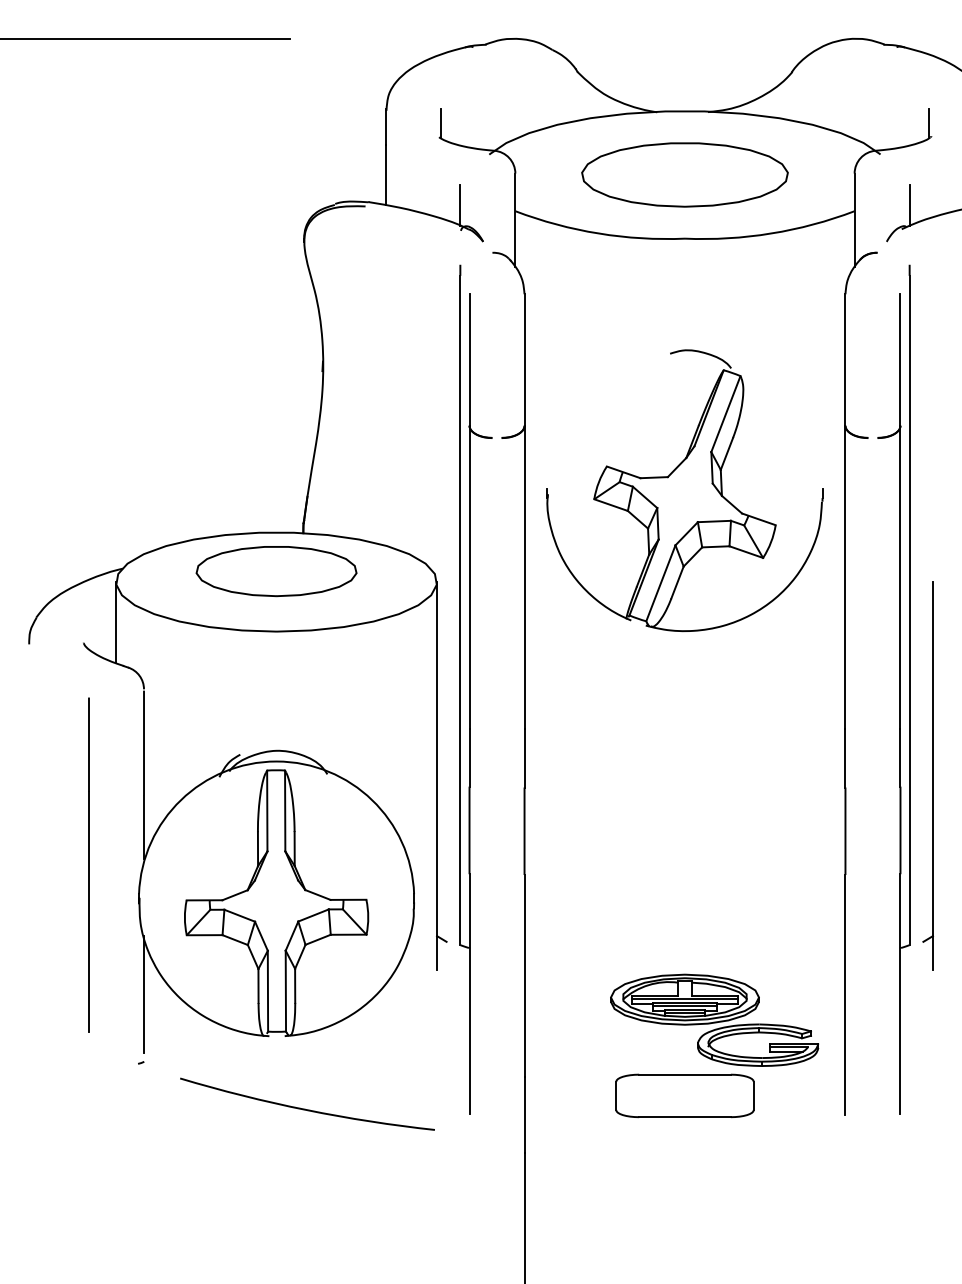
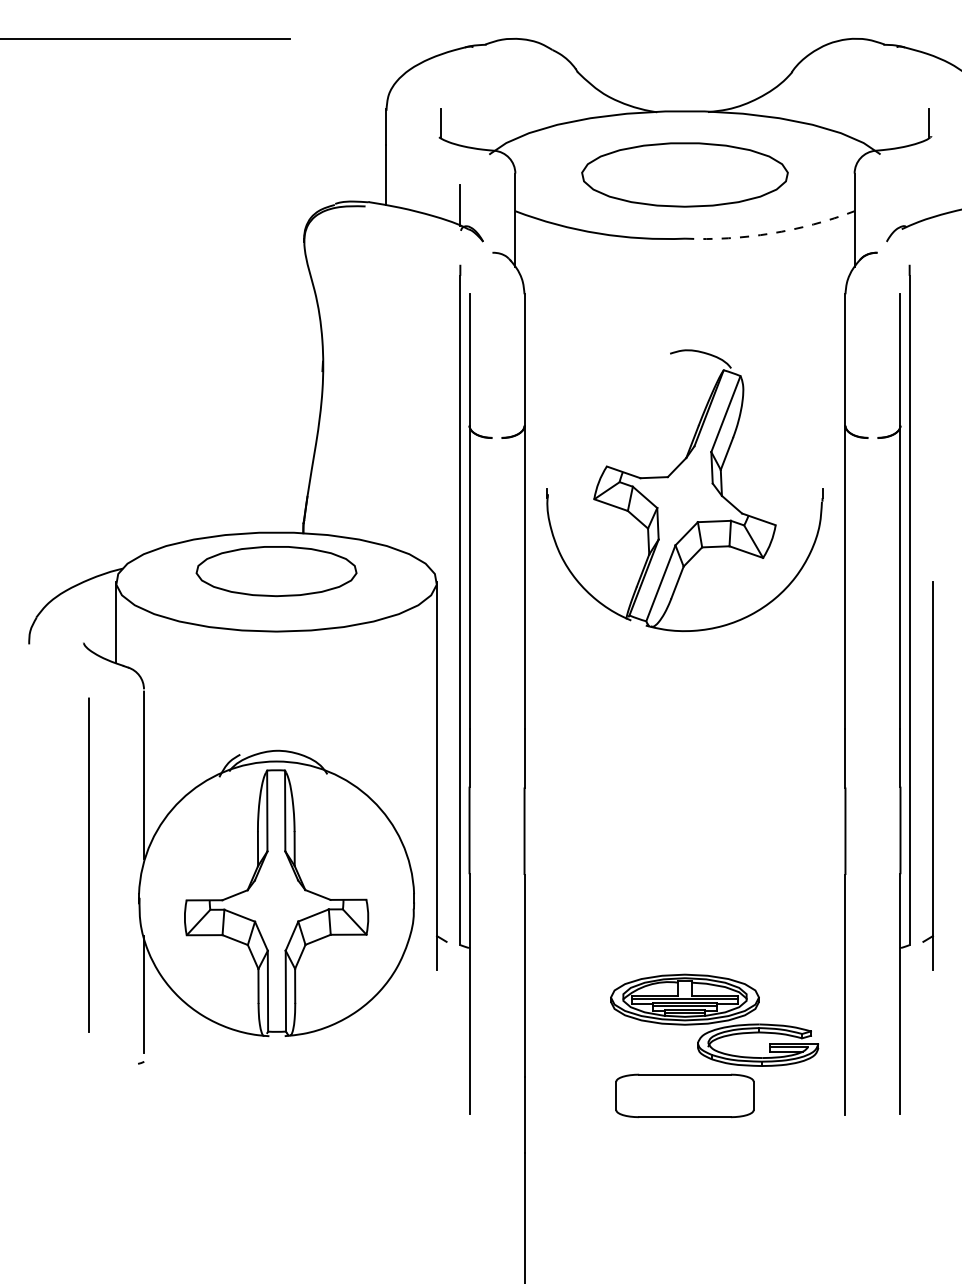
line at (909, 204): present -> none
arc at (771, 233): solid -> dashed
arc at (305, 1108): present -> none
